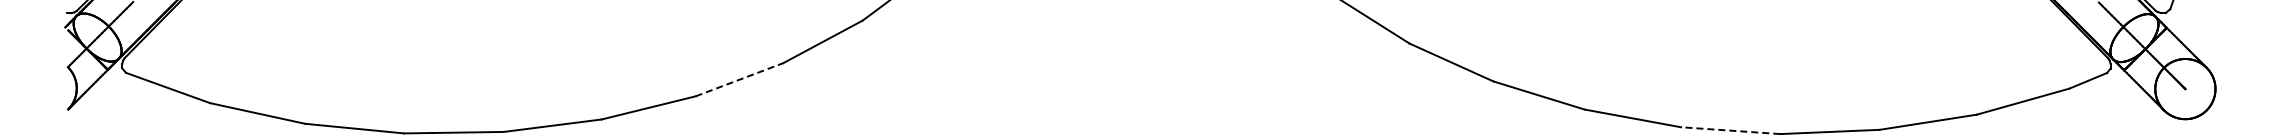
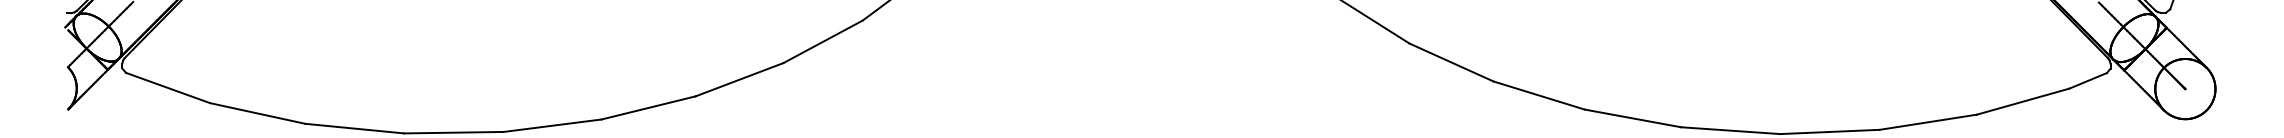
line at (739, 79): dashed -> solid
line at (1730, 130): dashed -> solid
